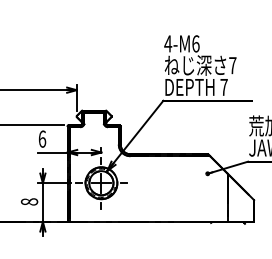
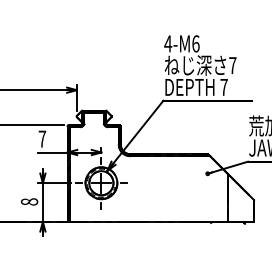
text at (42, 138): 6 -> 7
